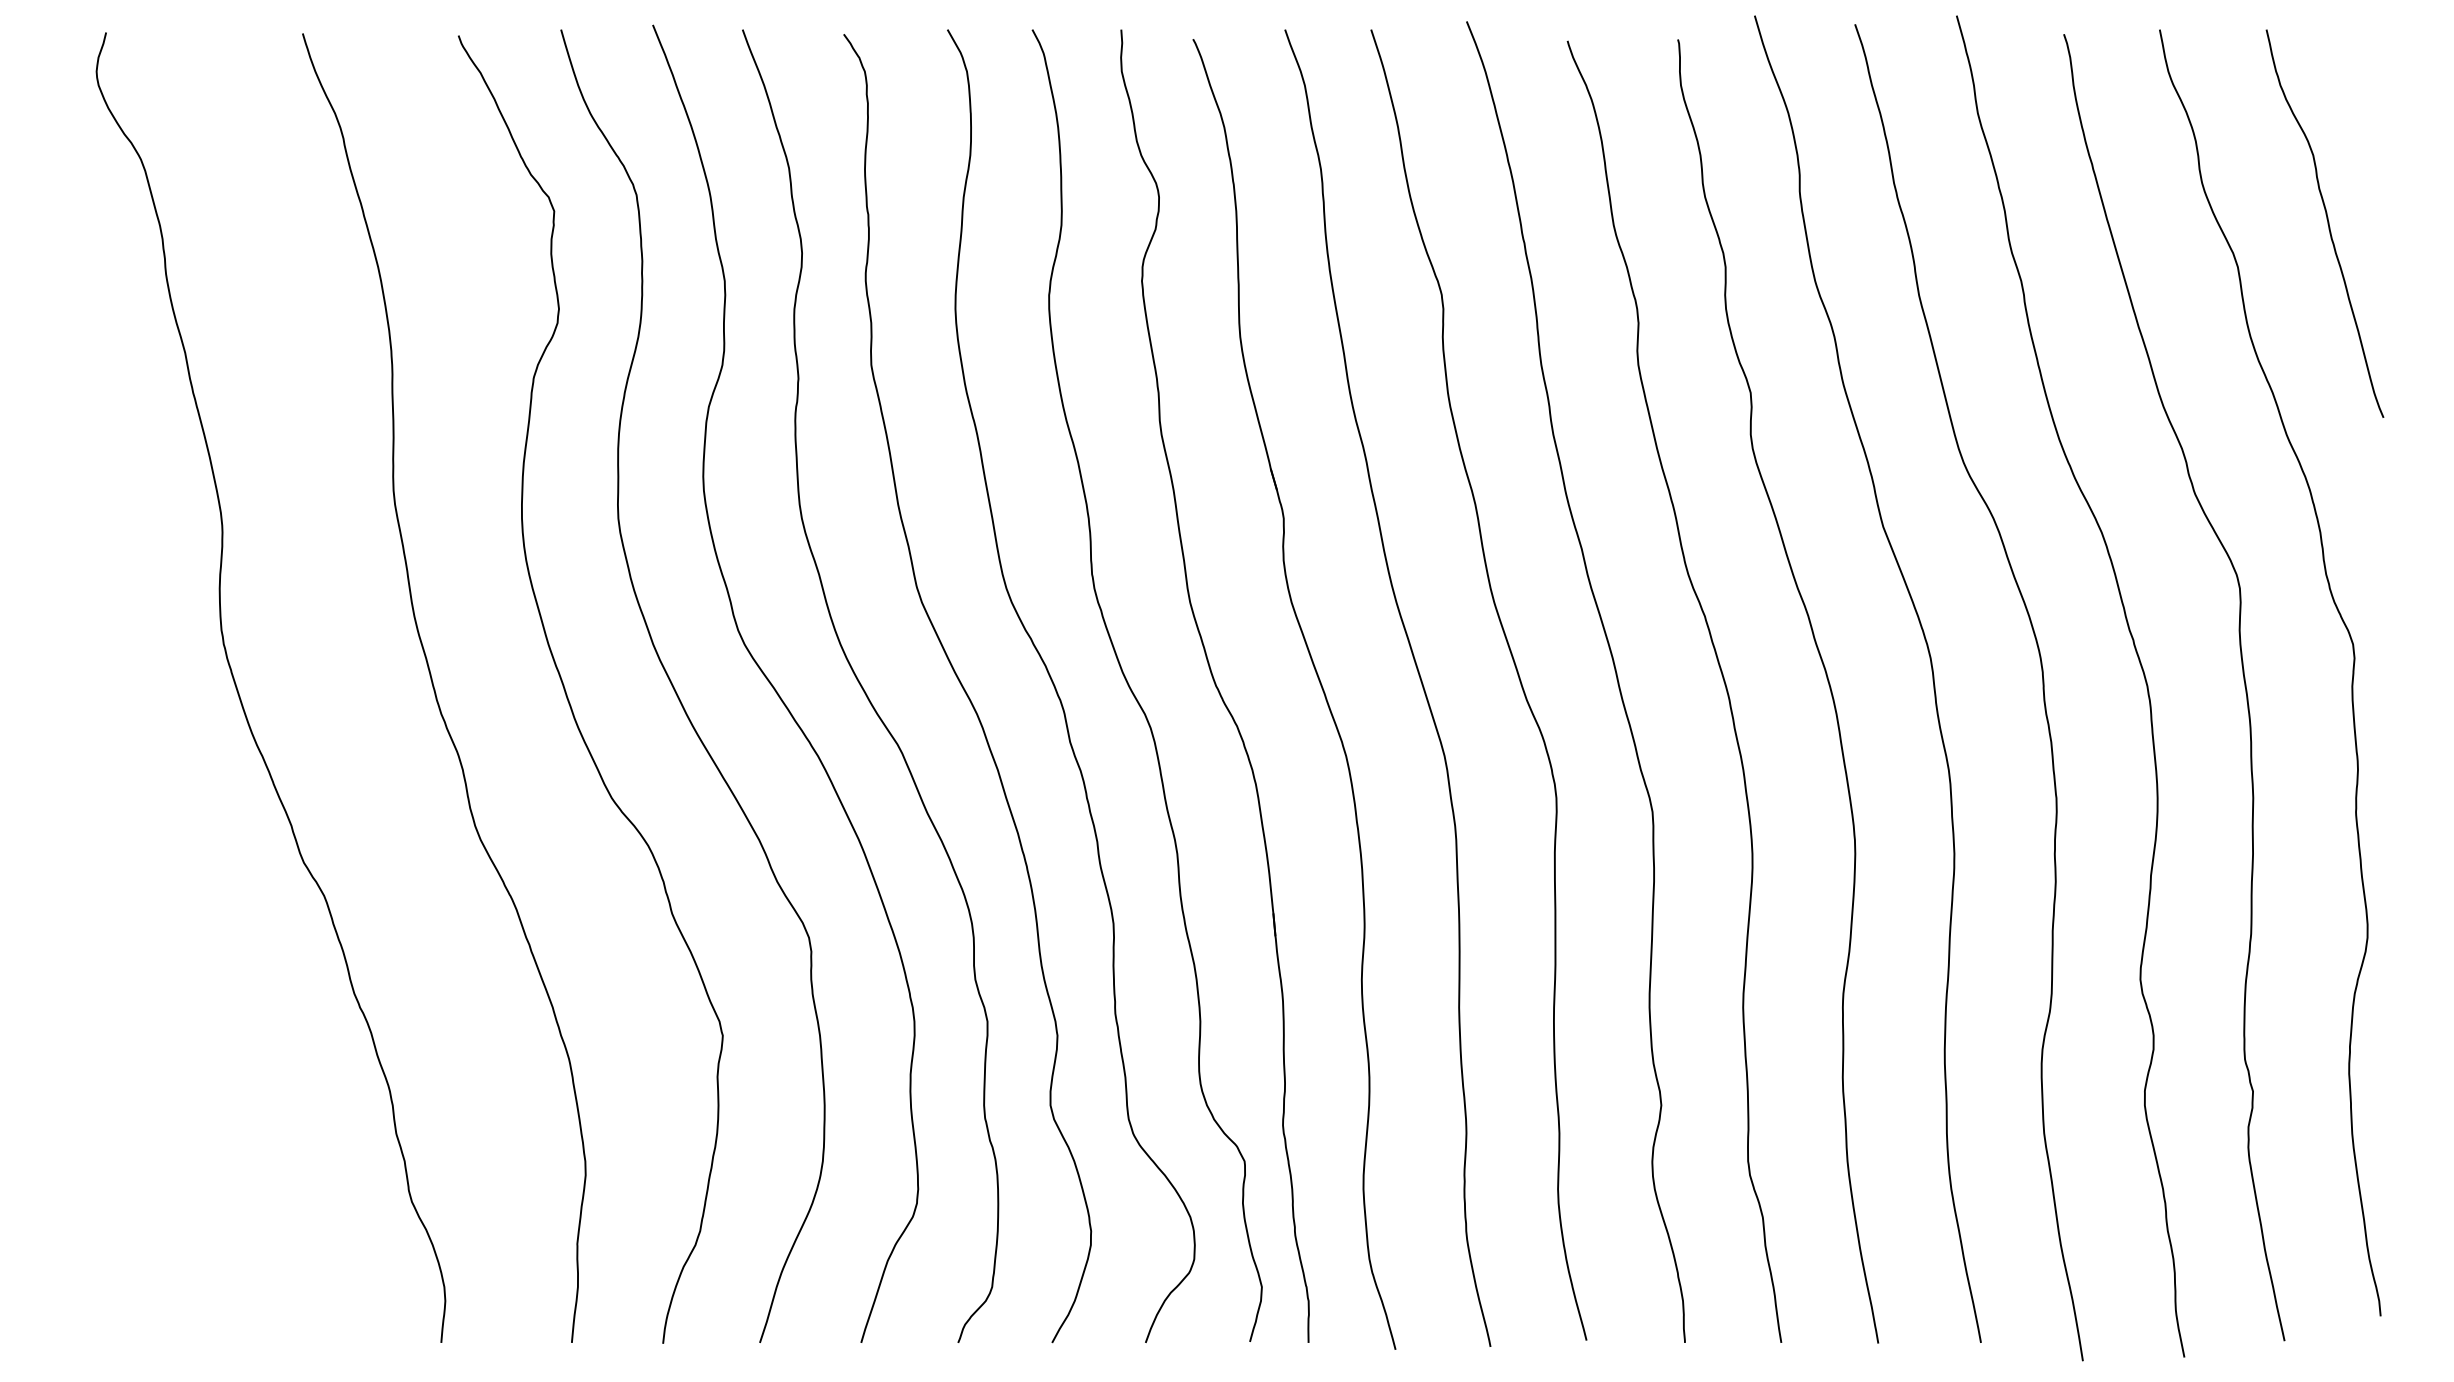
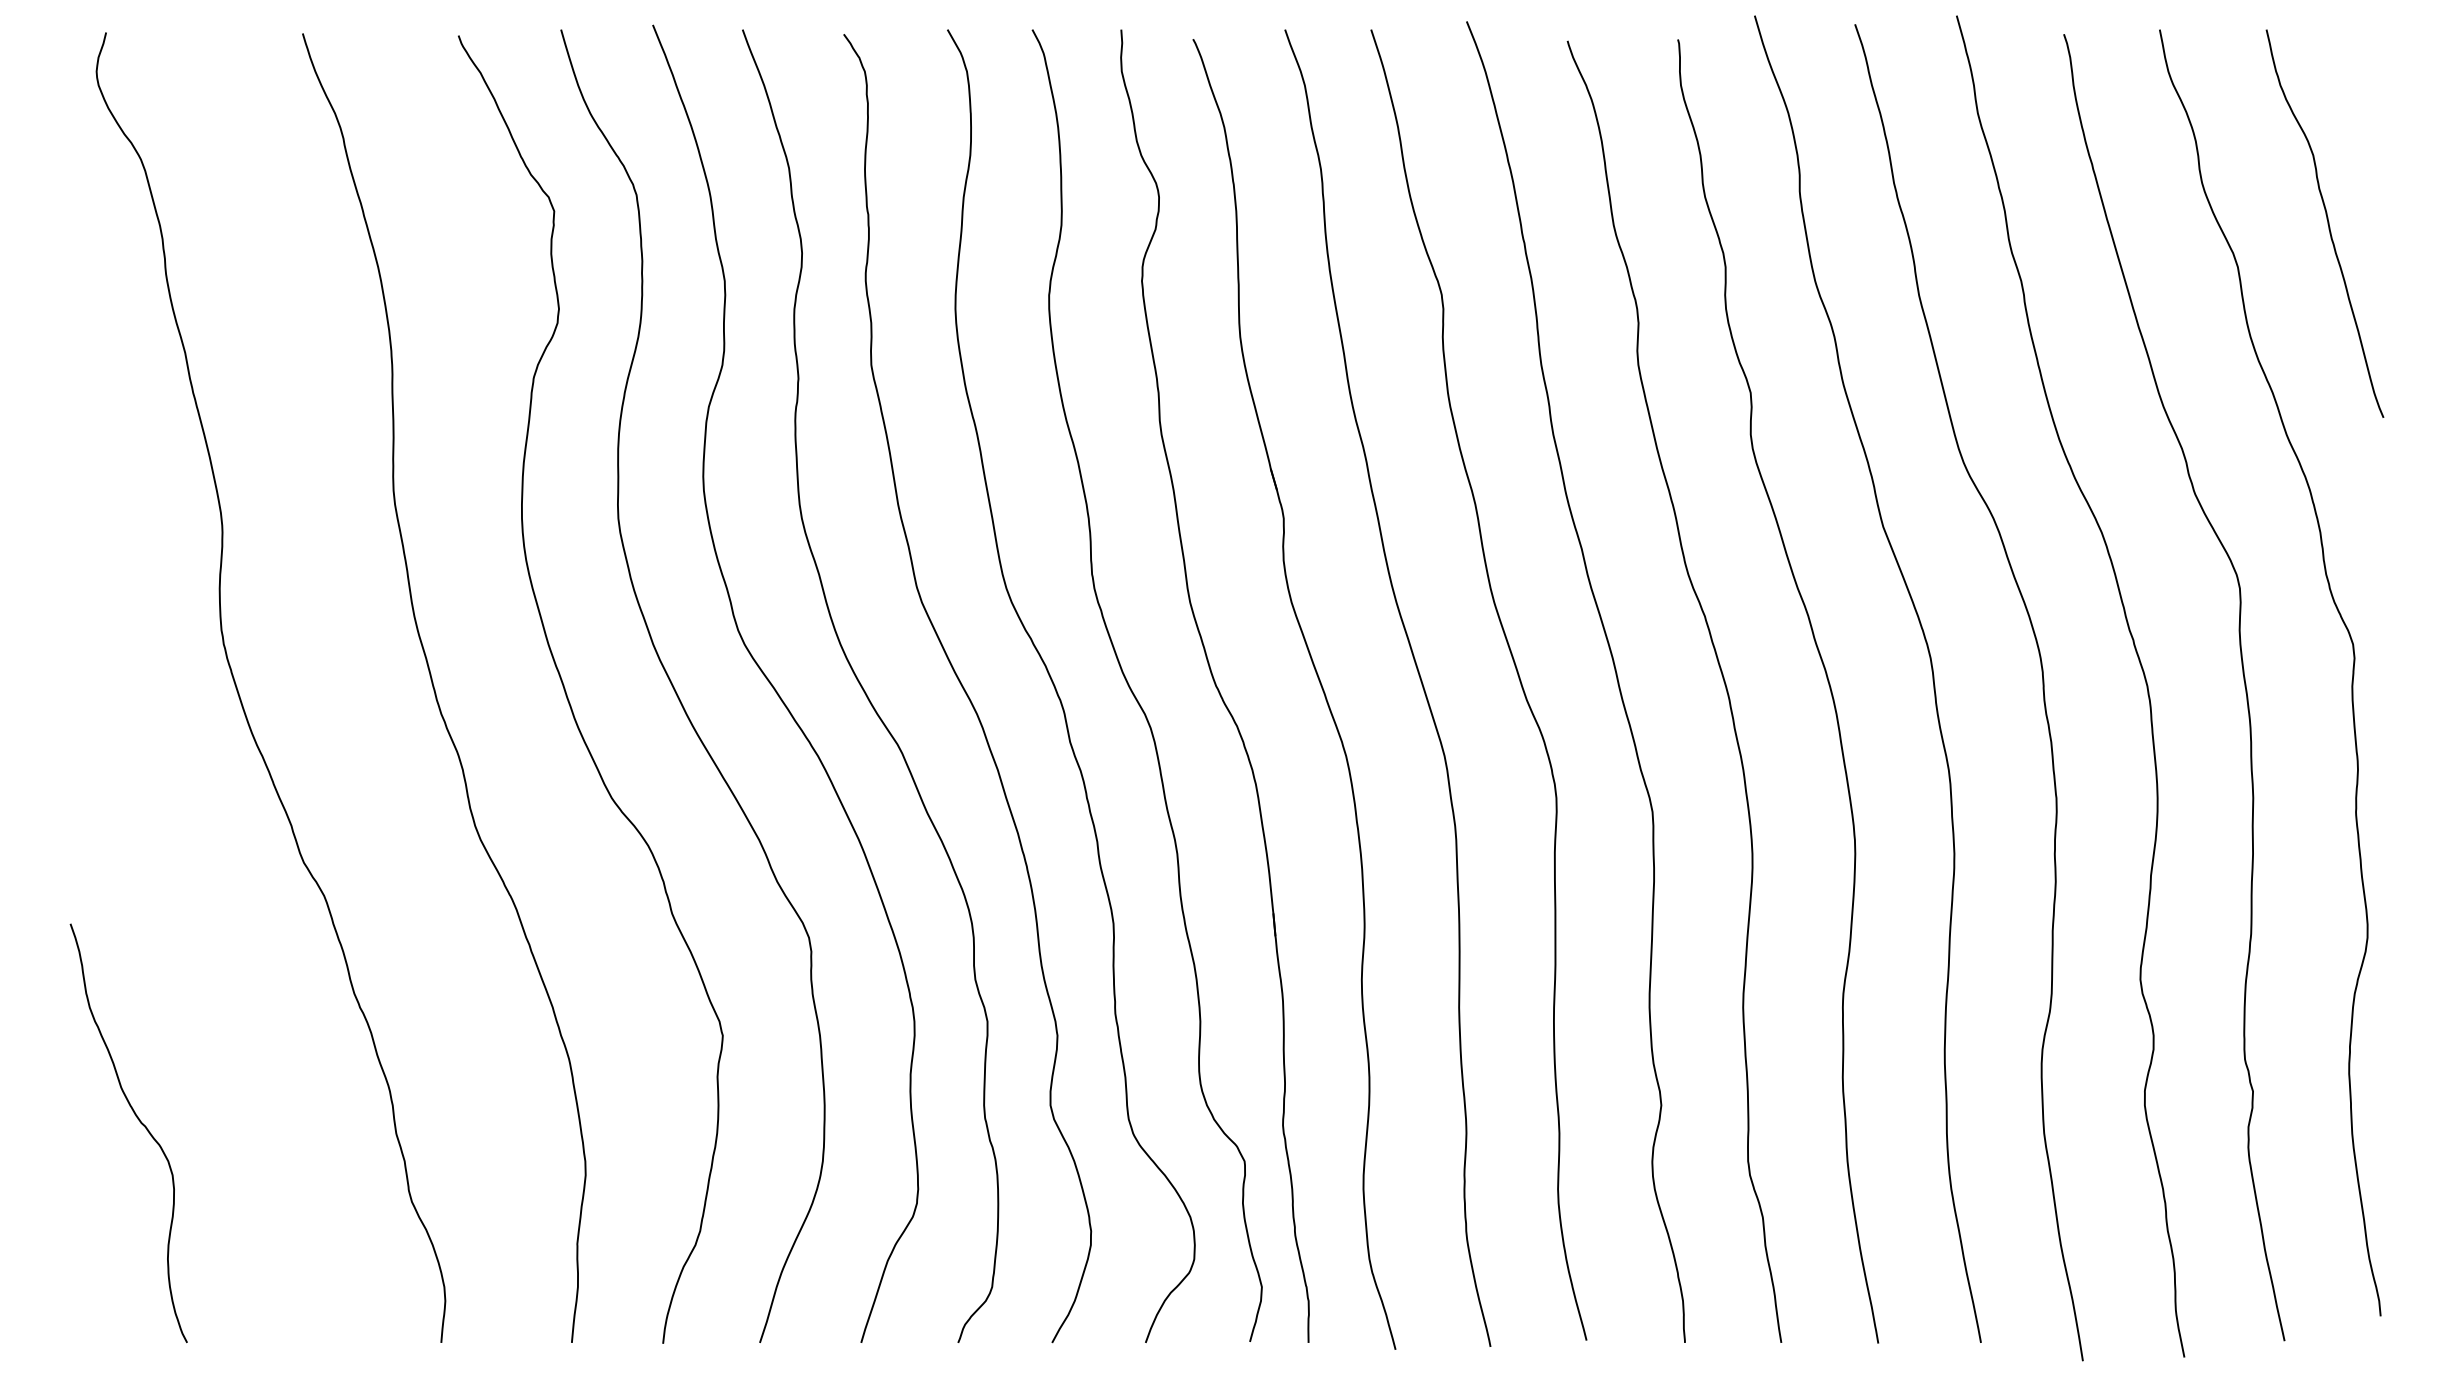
curve at (140, 1123): none -> present
